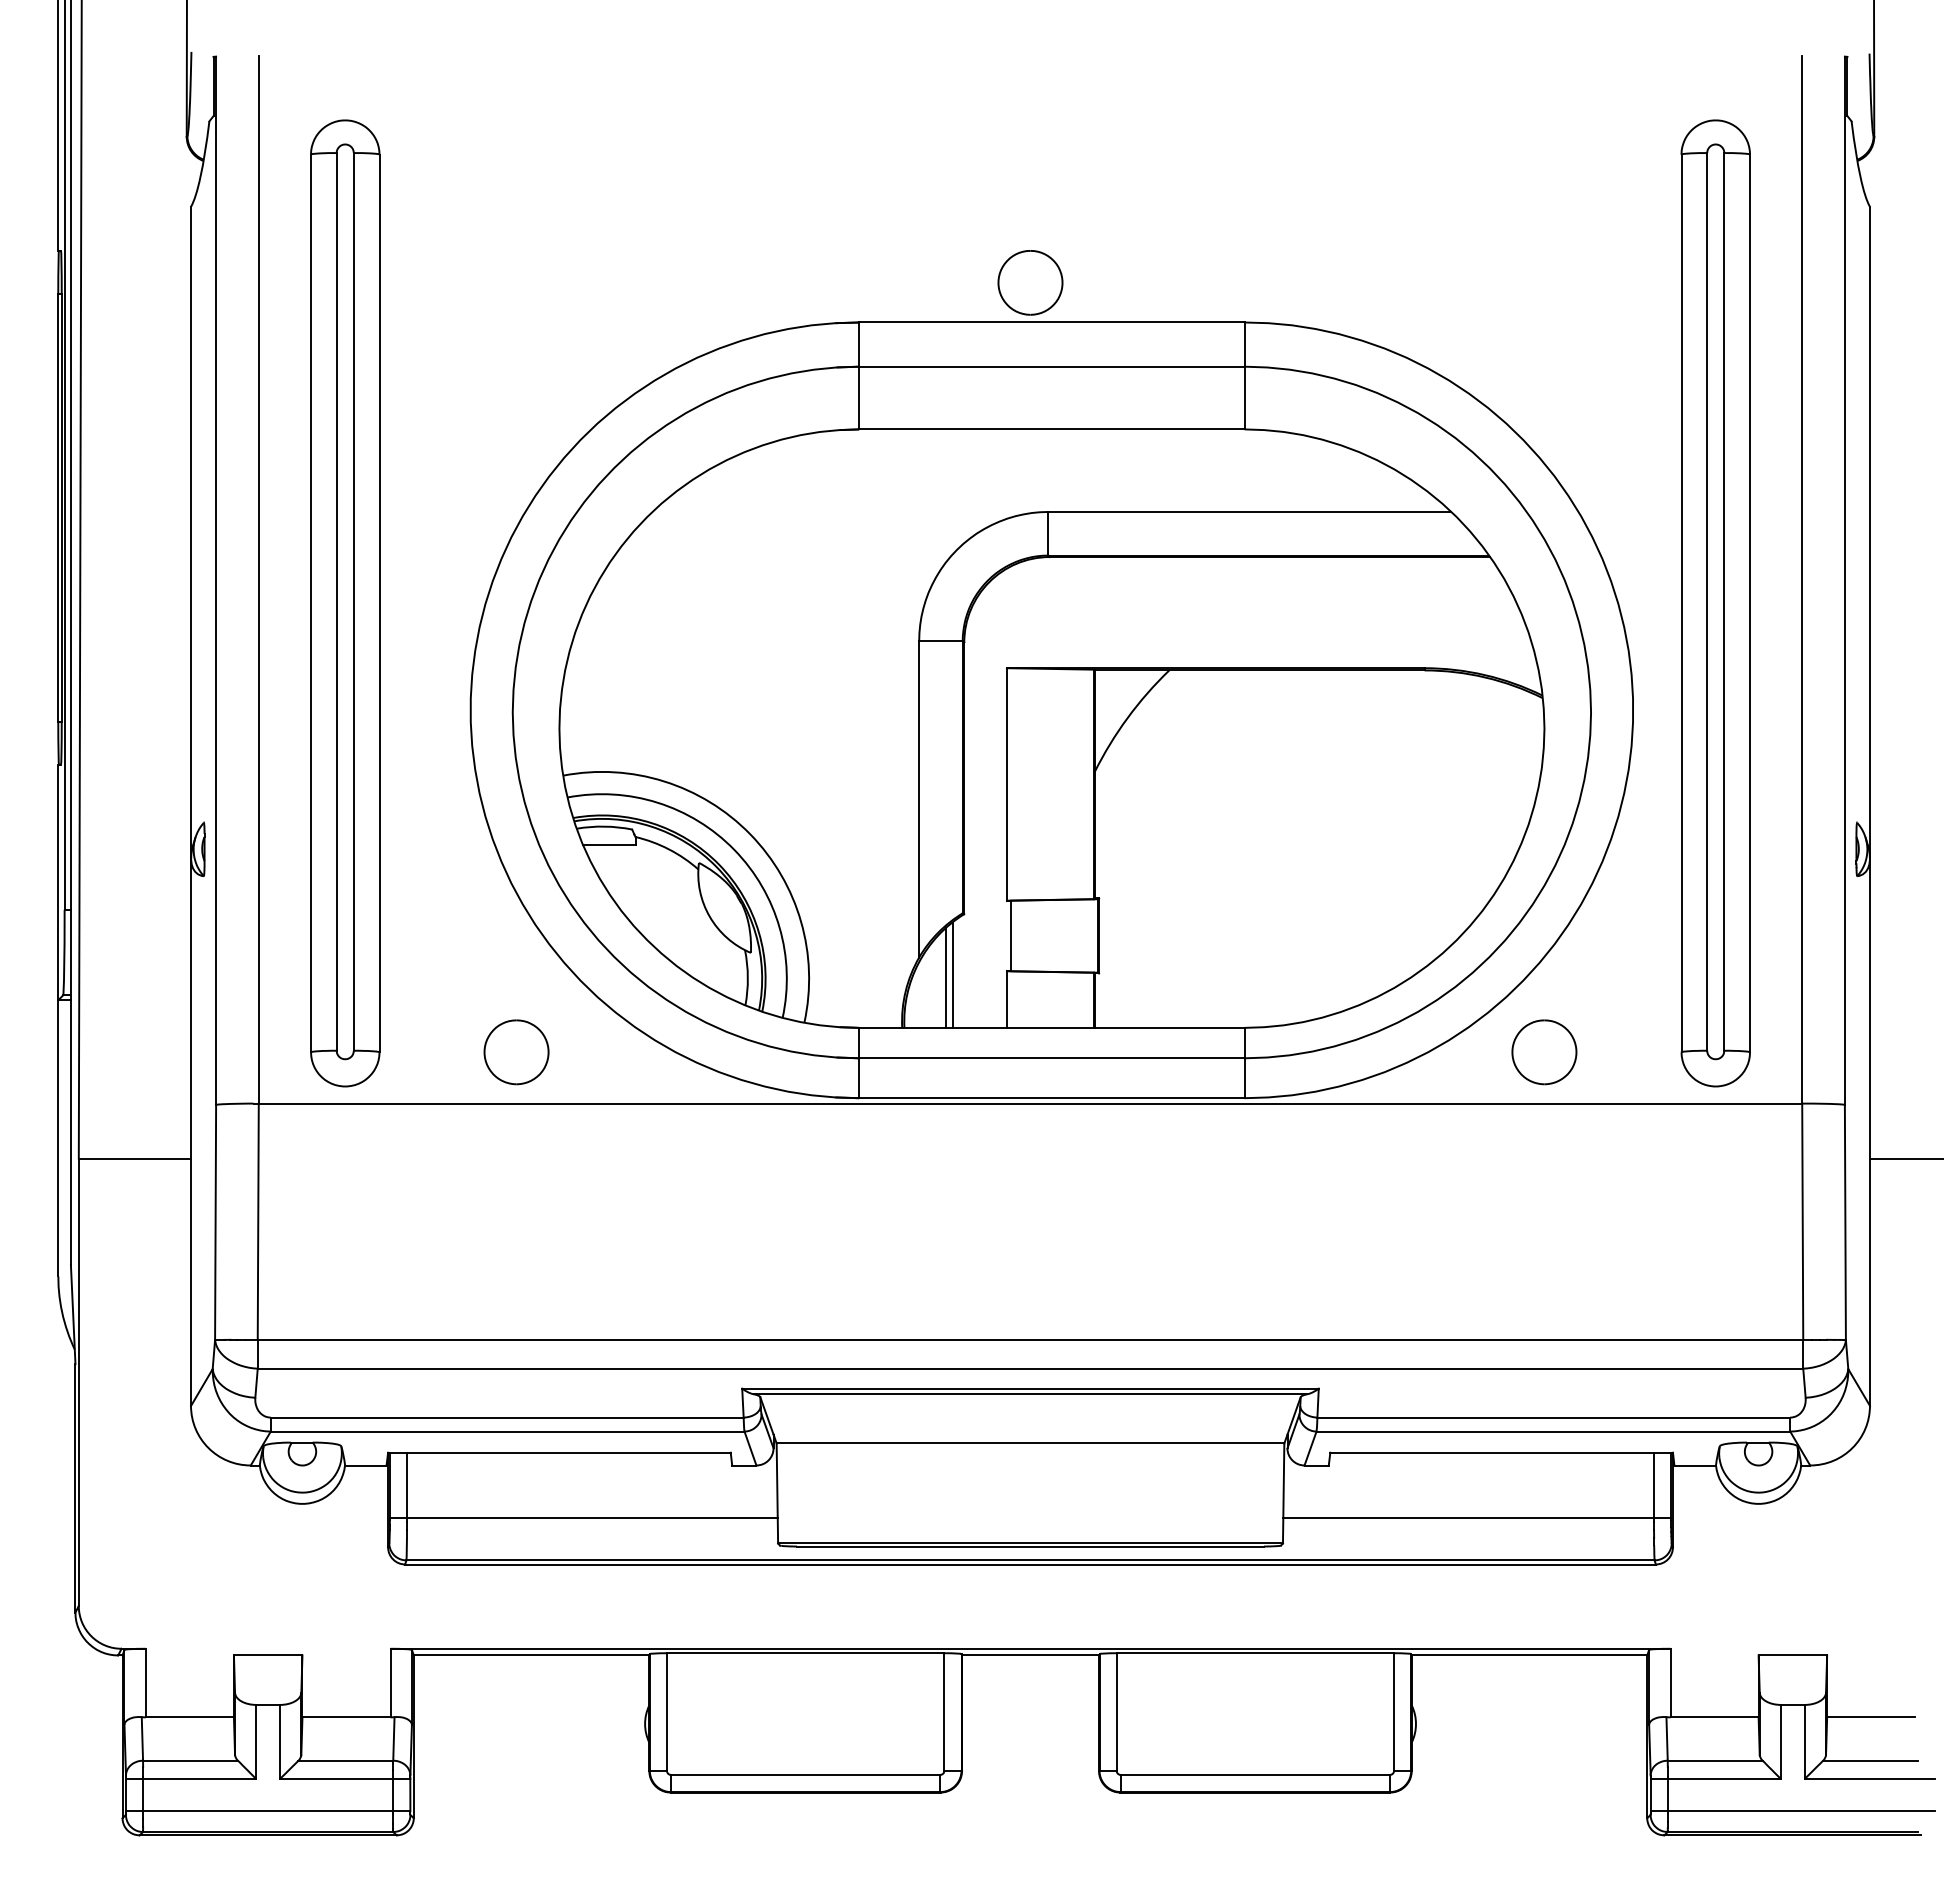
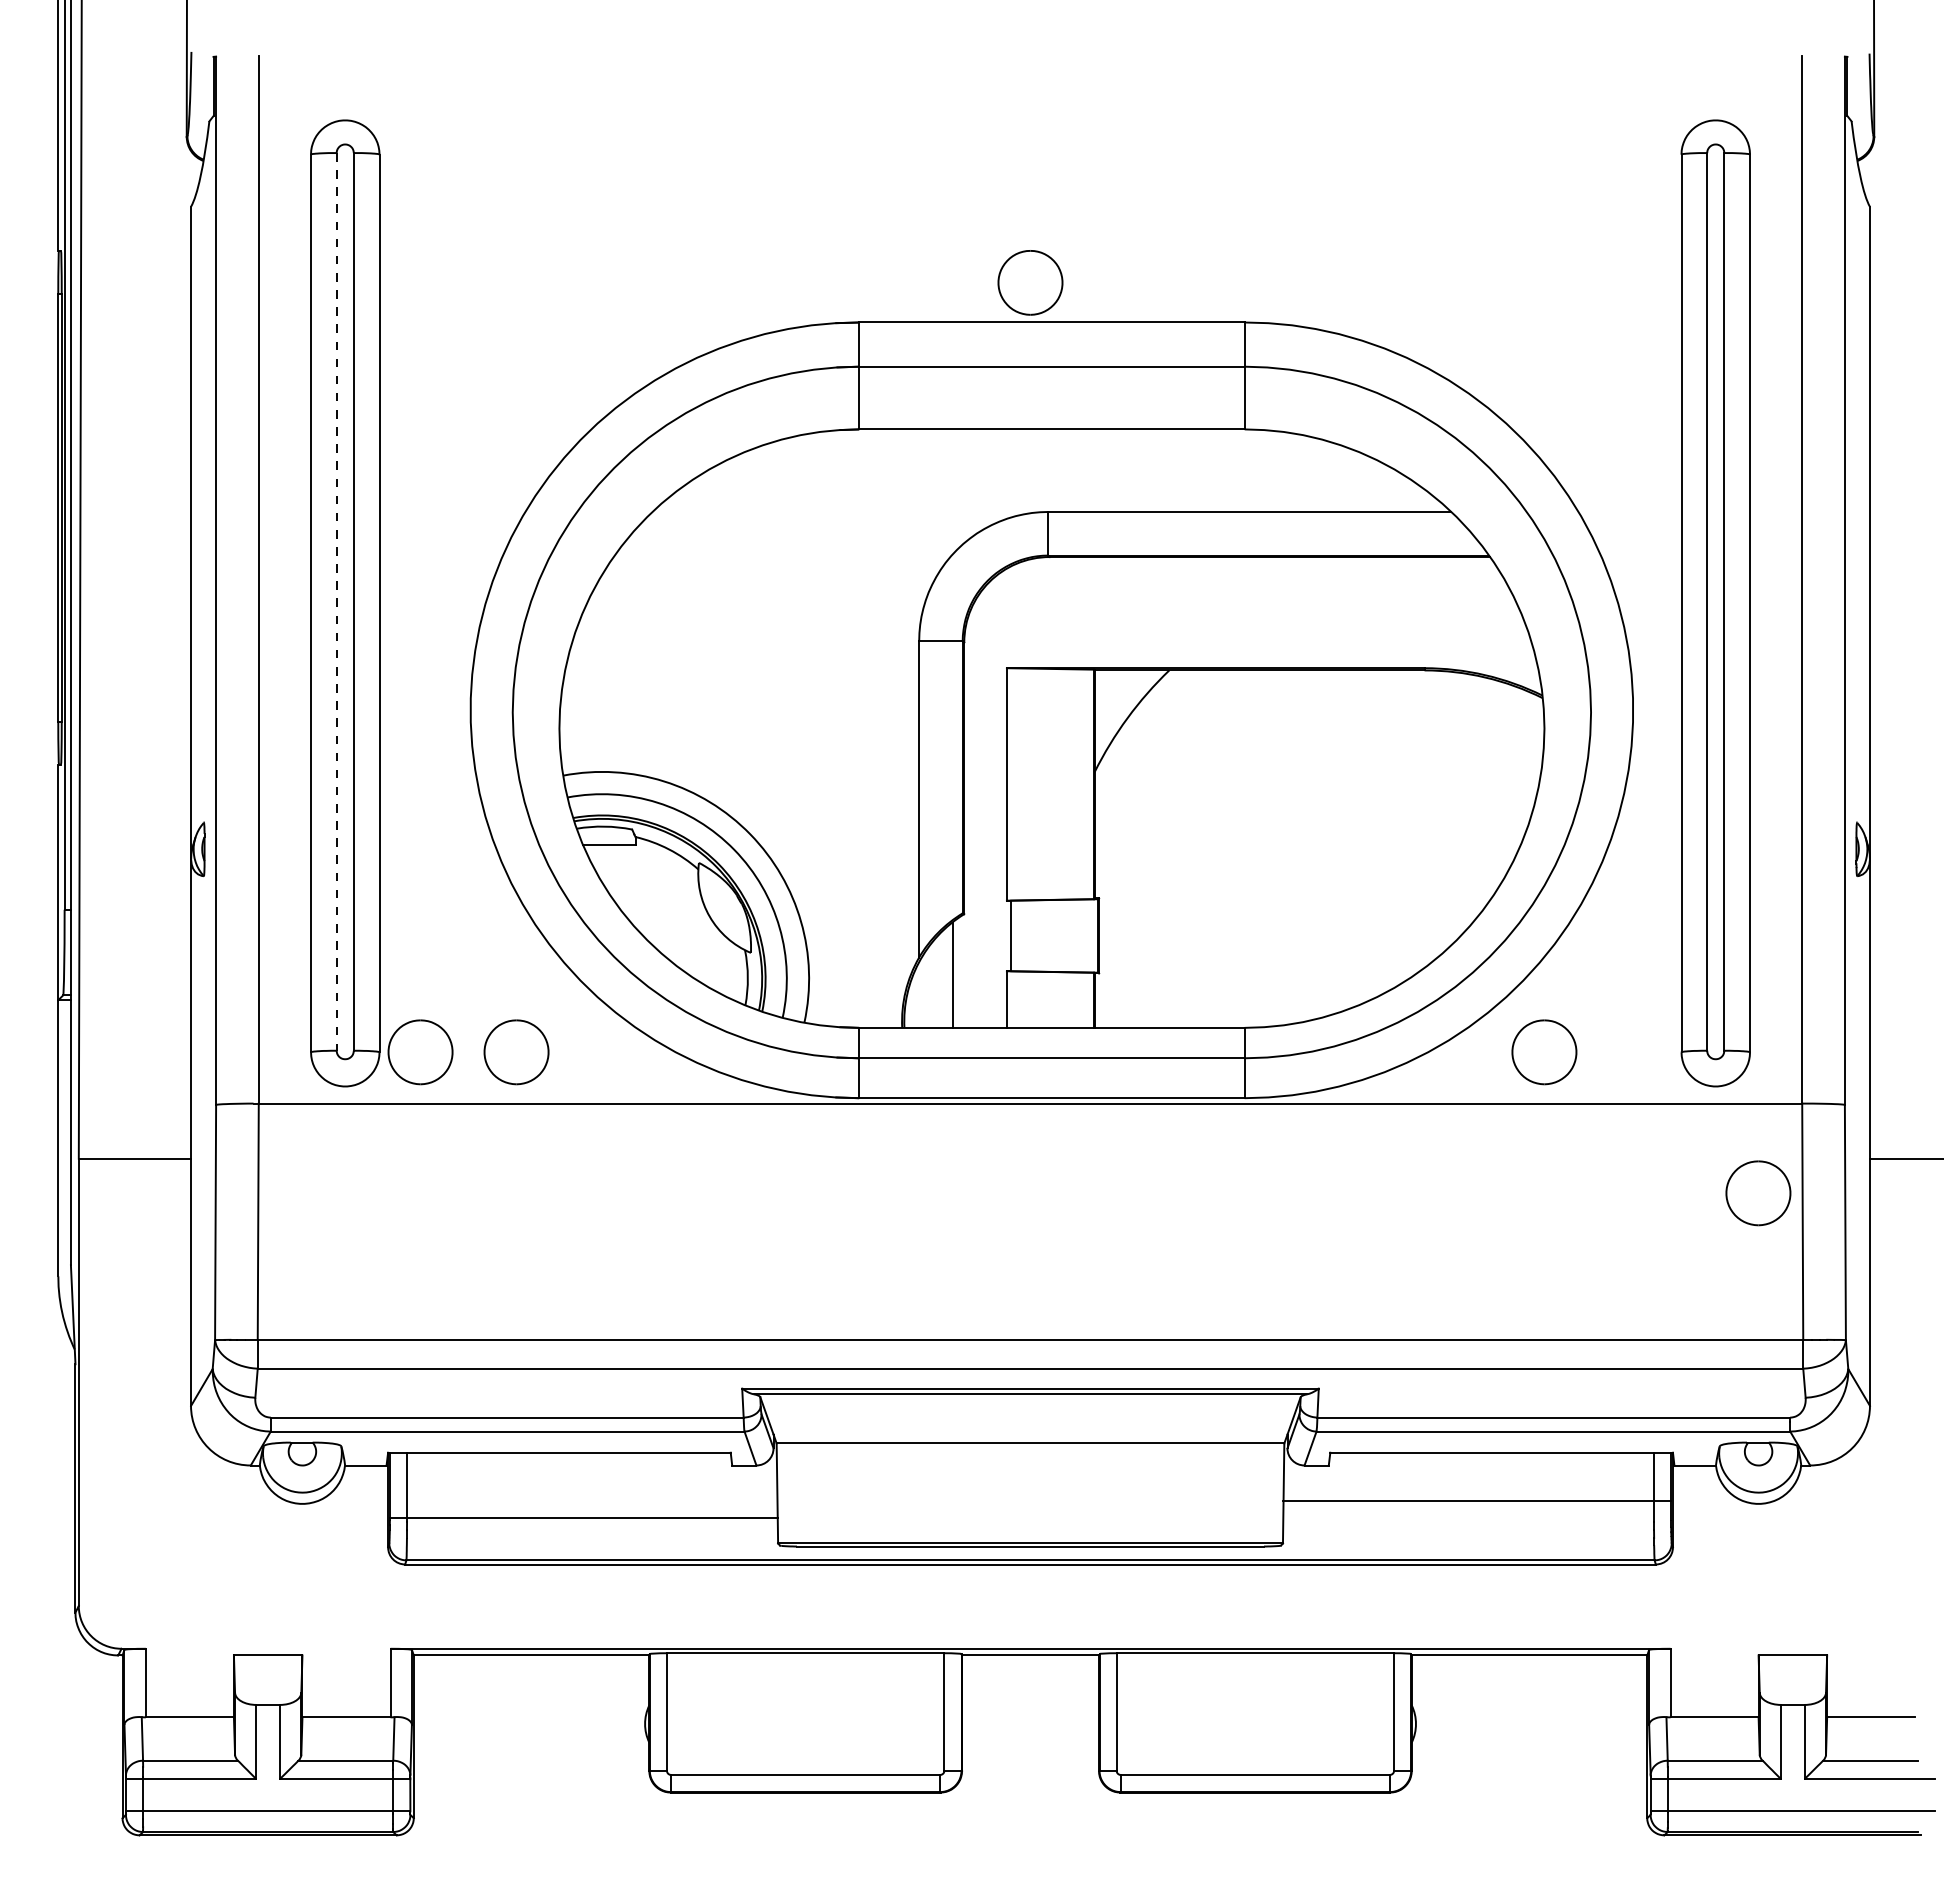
line at (336, 601): solid -> dashed
line at (945, 977): present -> none
part at (420, 1052): none -> present
part at (1758, 1193): none -> present
line at (1477, 1517) position: (1477, 1517) -> (1477, 1500)
